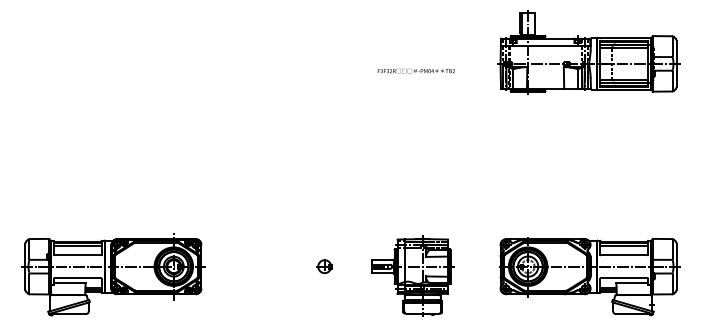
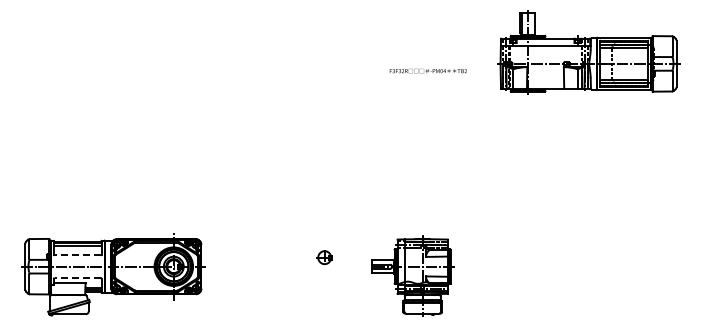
text at (415, 70) position: (415, 70) -> (427, 70)
line at (77, 255): solid -> dashed
part at (324, 266) position: (324, 266) -> (324, 257)
part at (589, 276): present -> none
line at (77, 278): solid -> dashed
